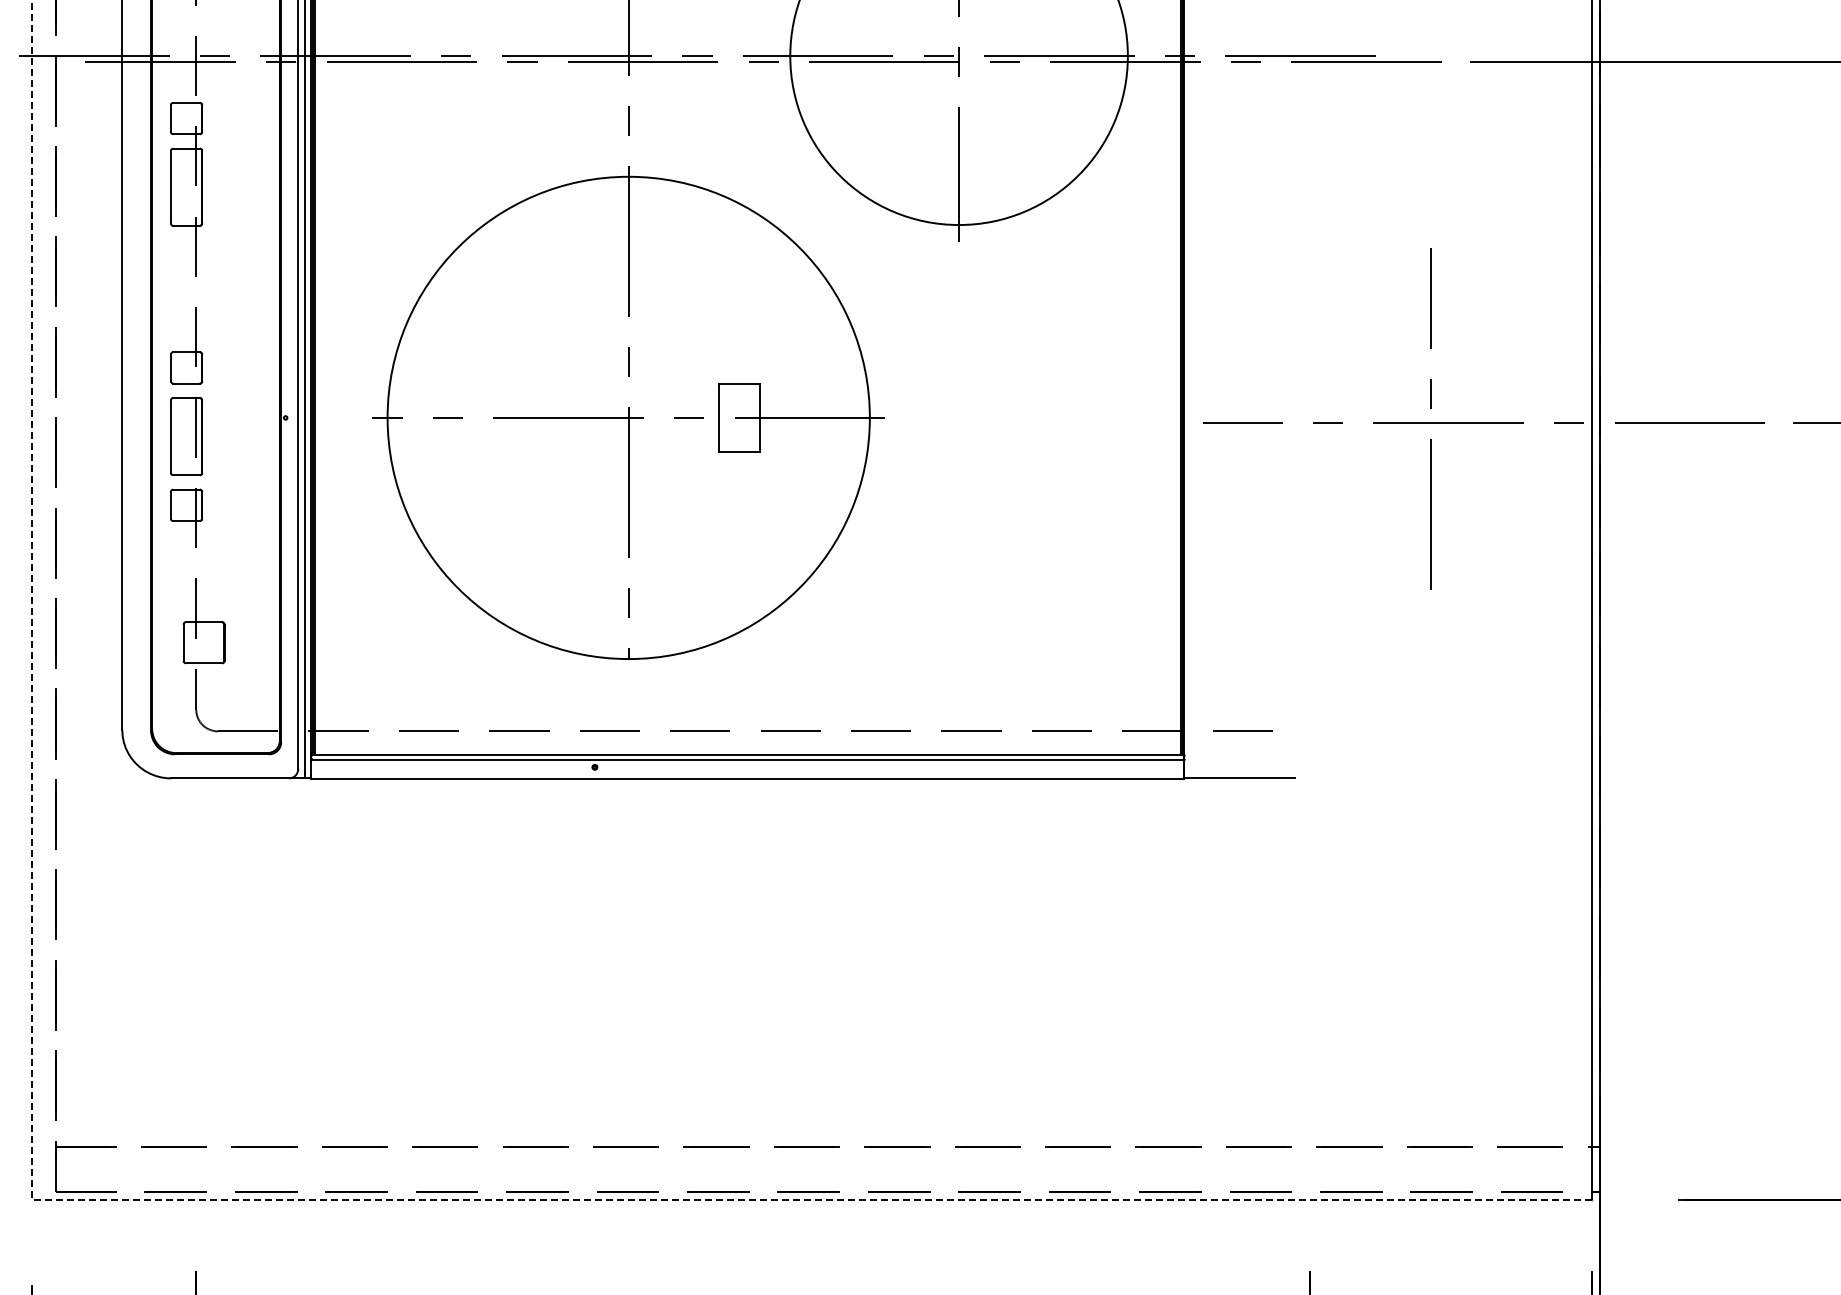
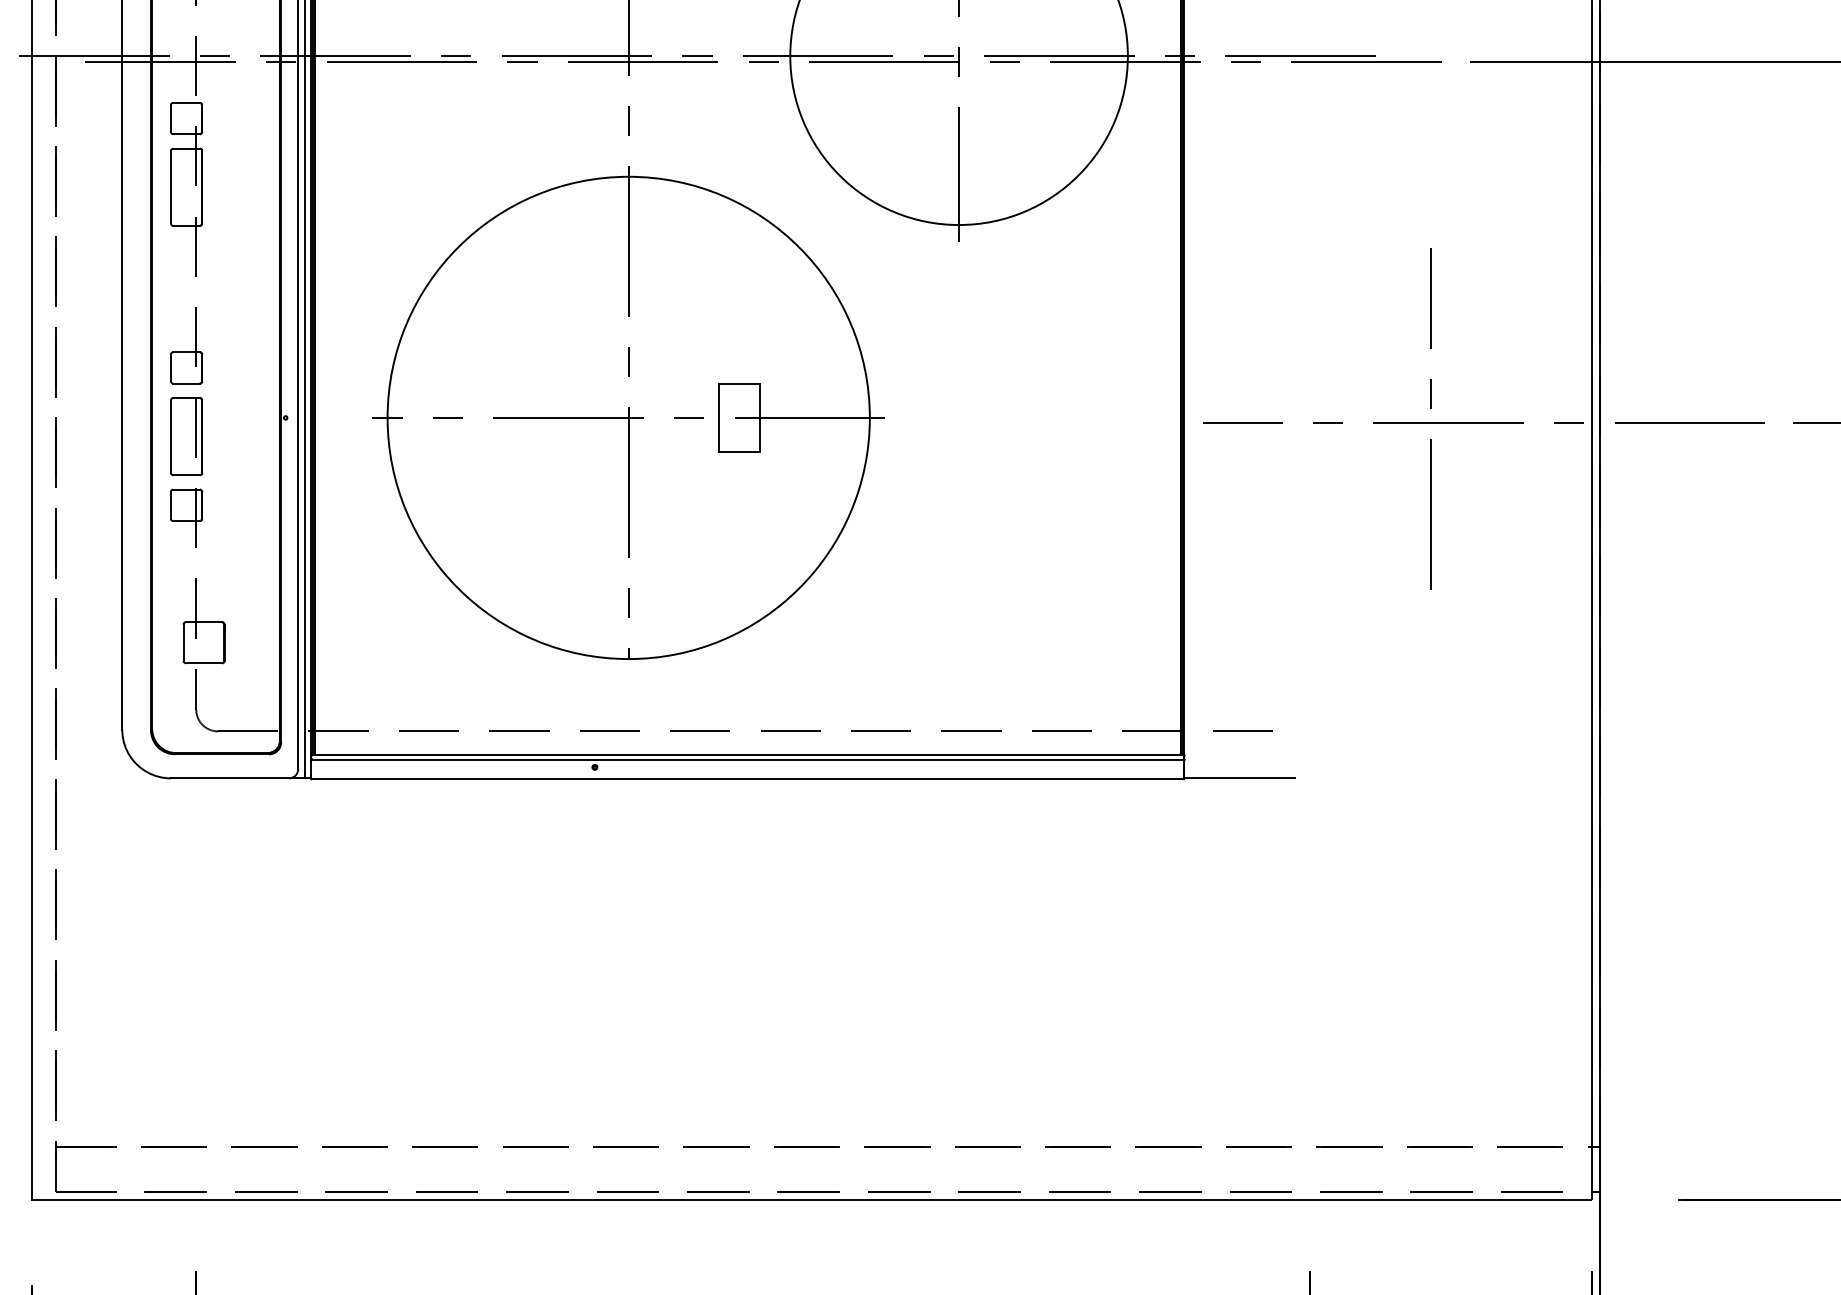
line at (213, 1199): dashed -> solid
